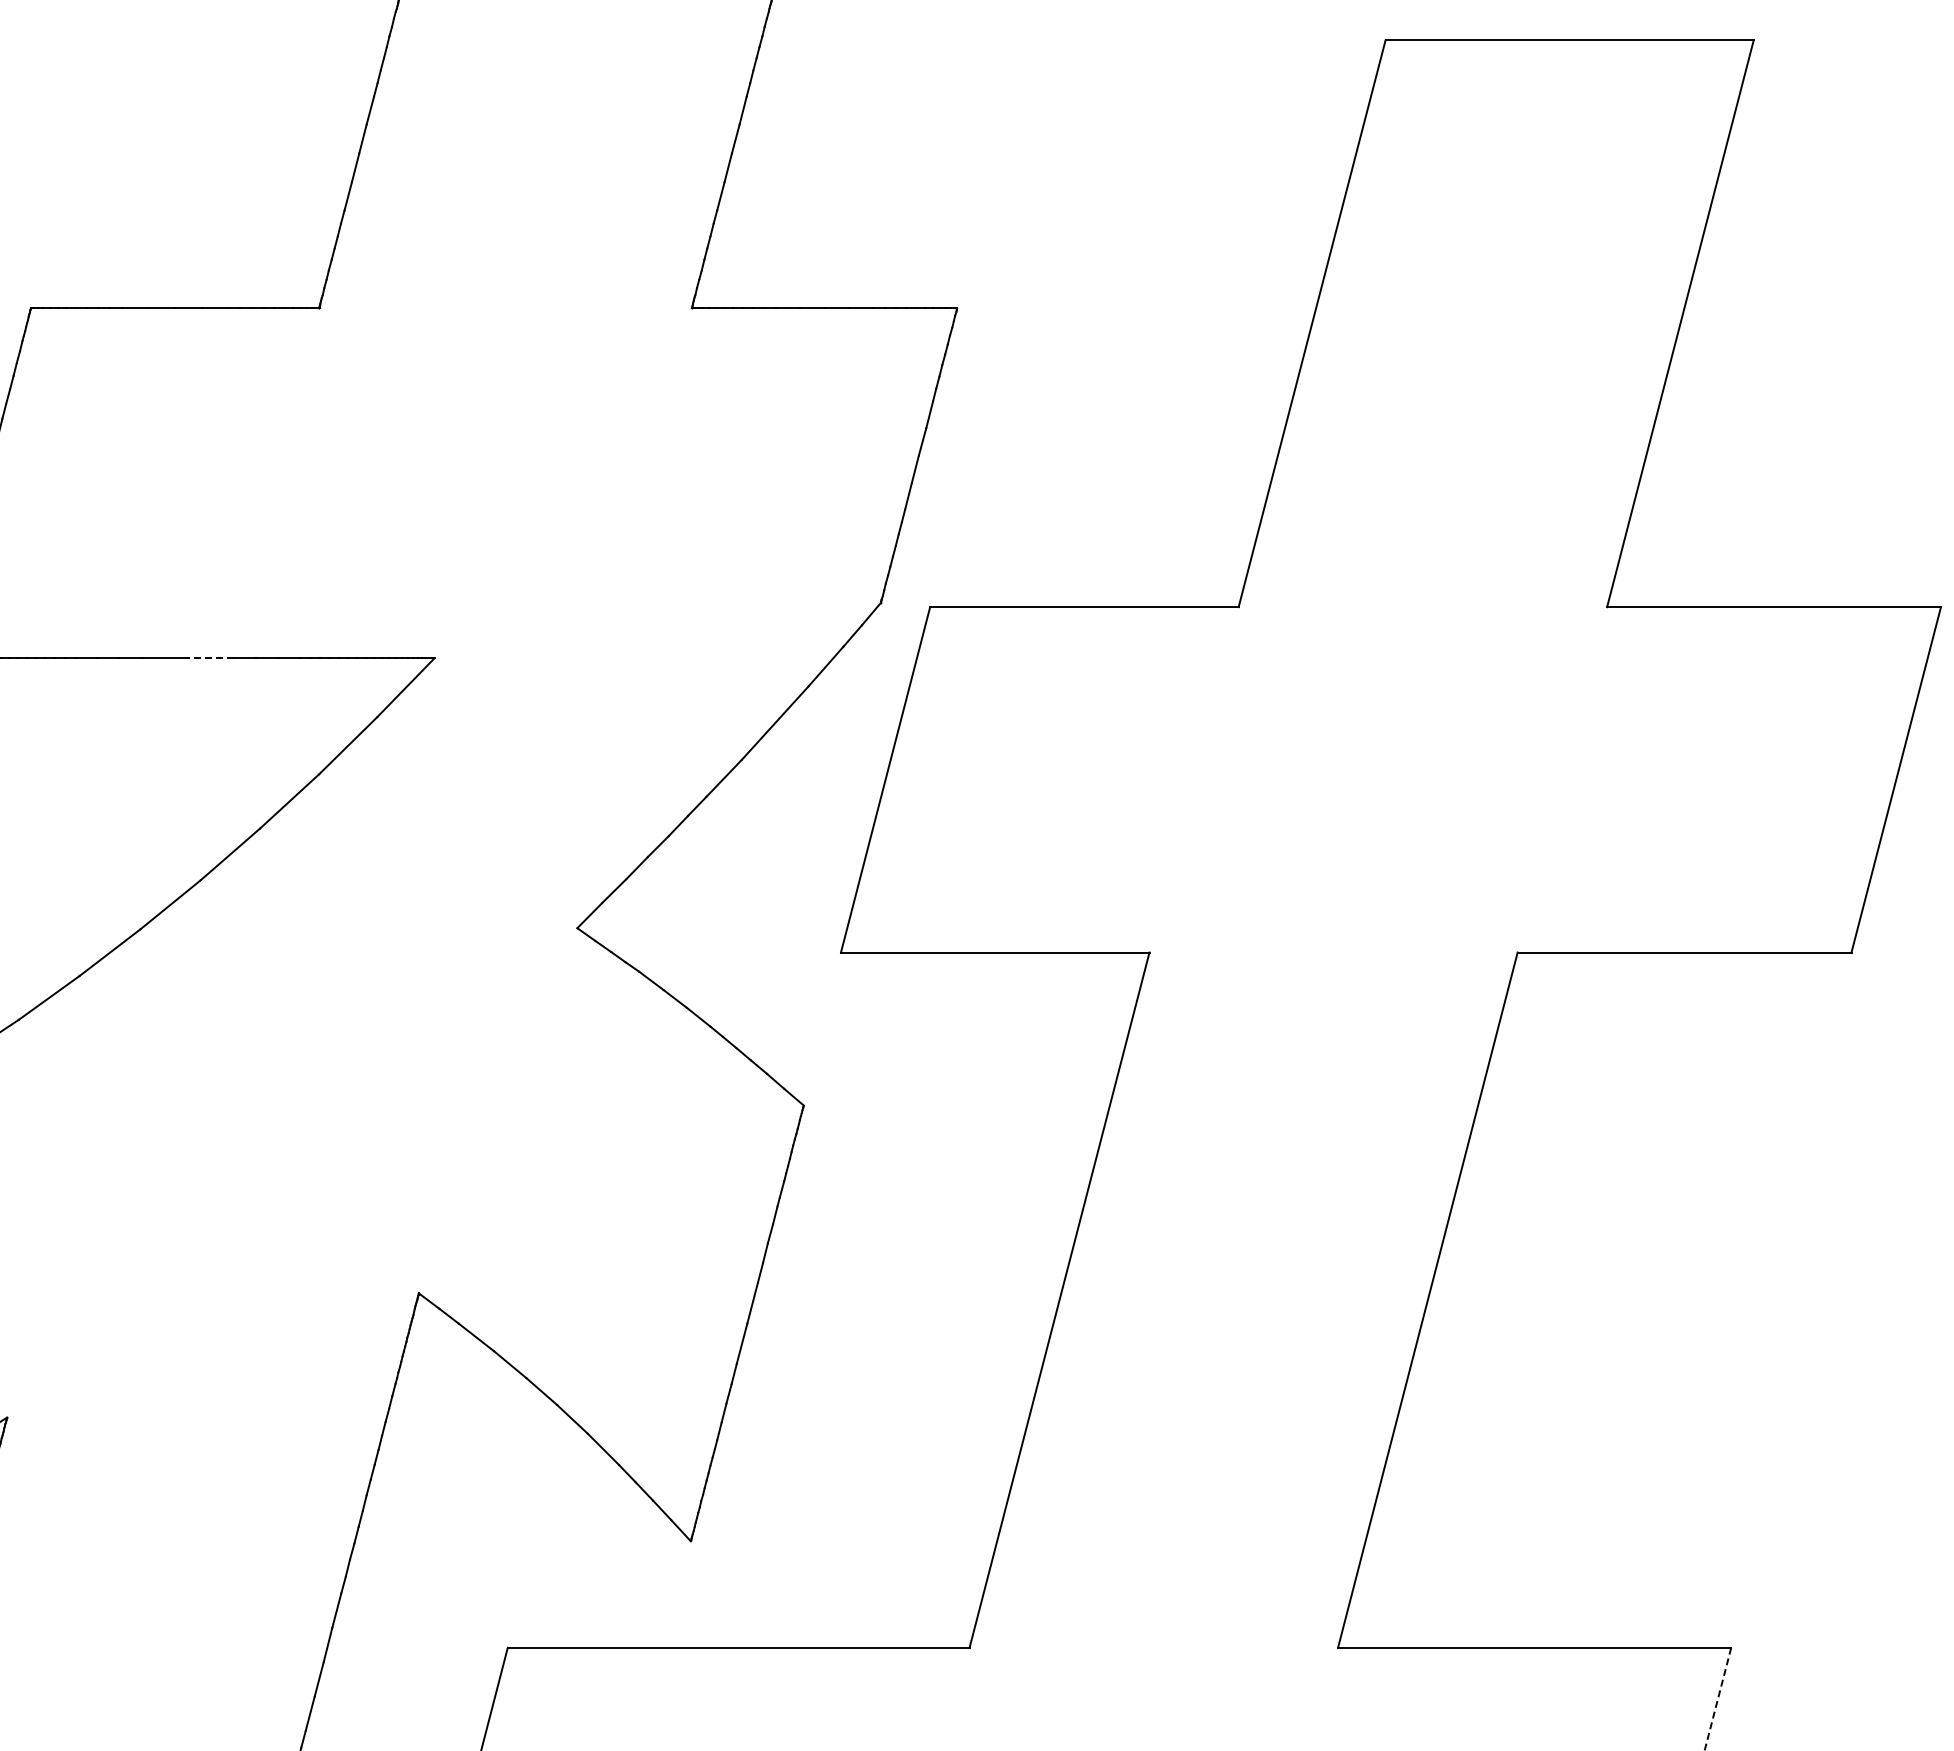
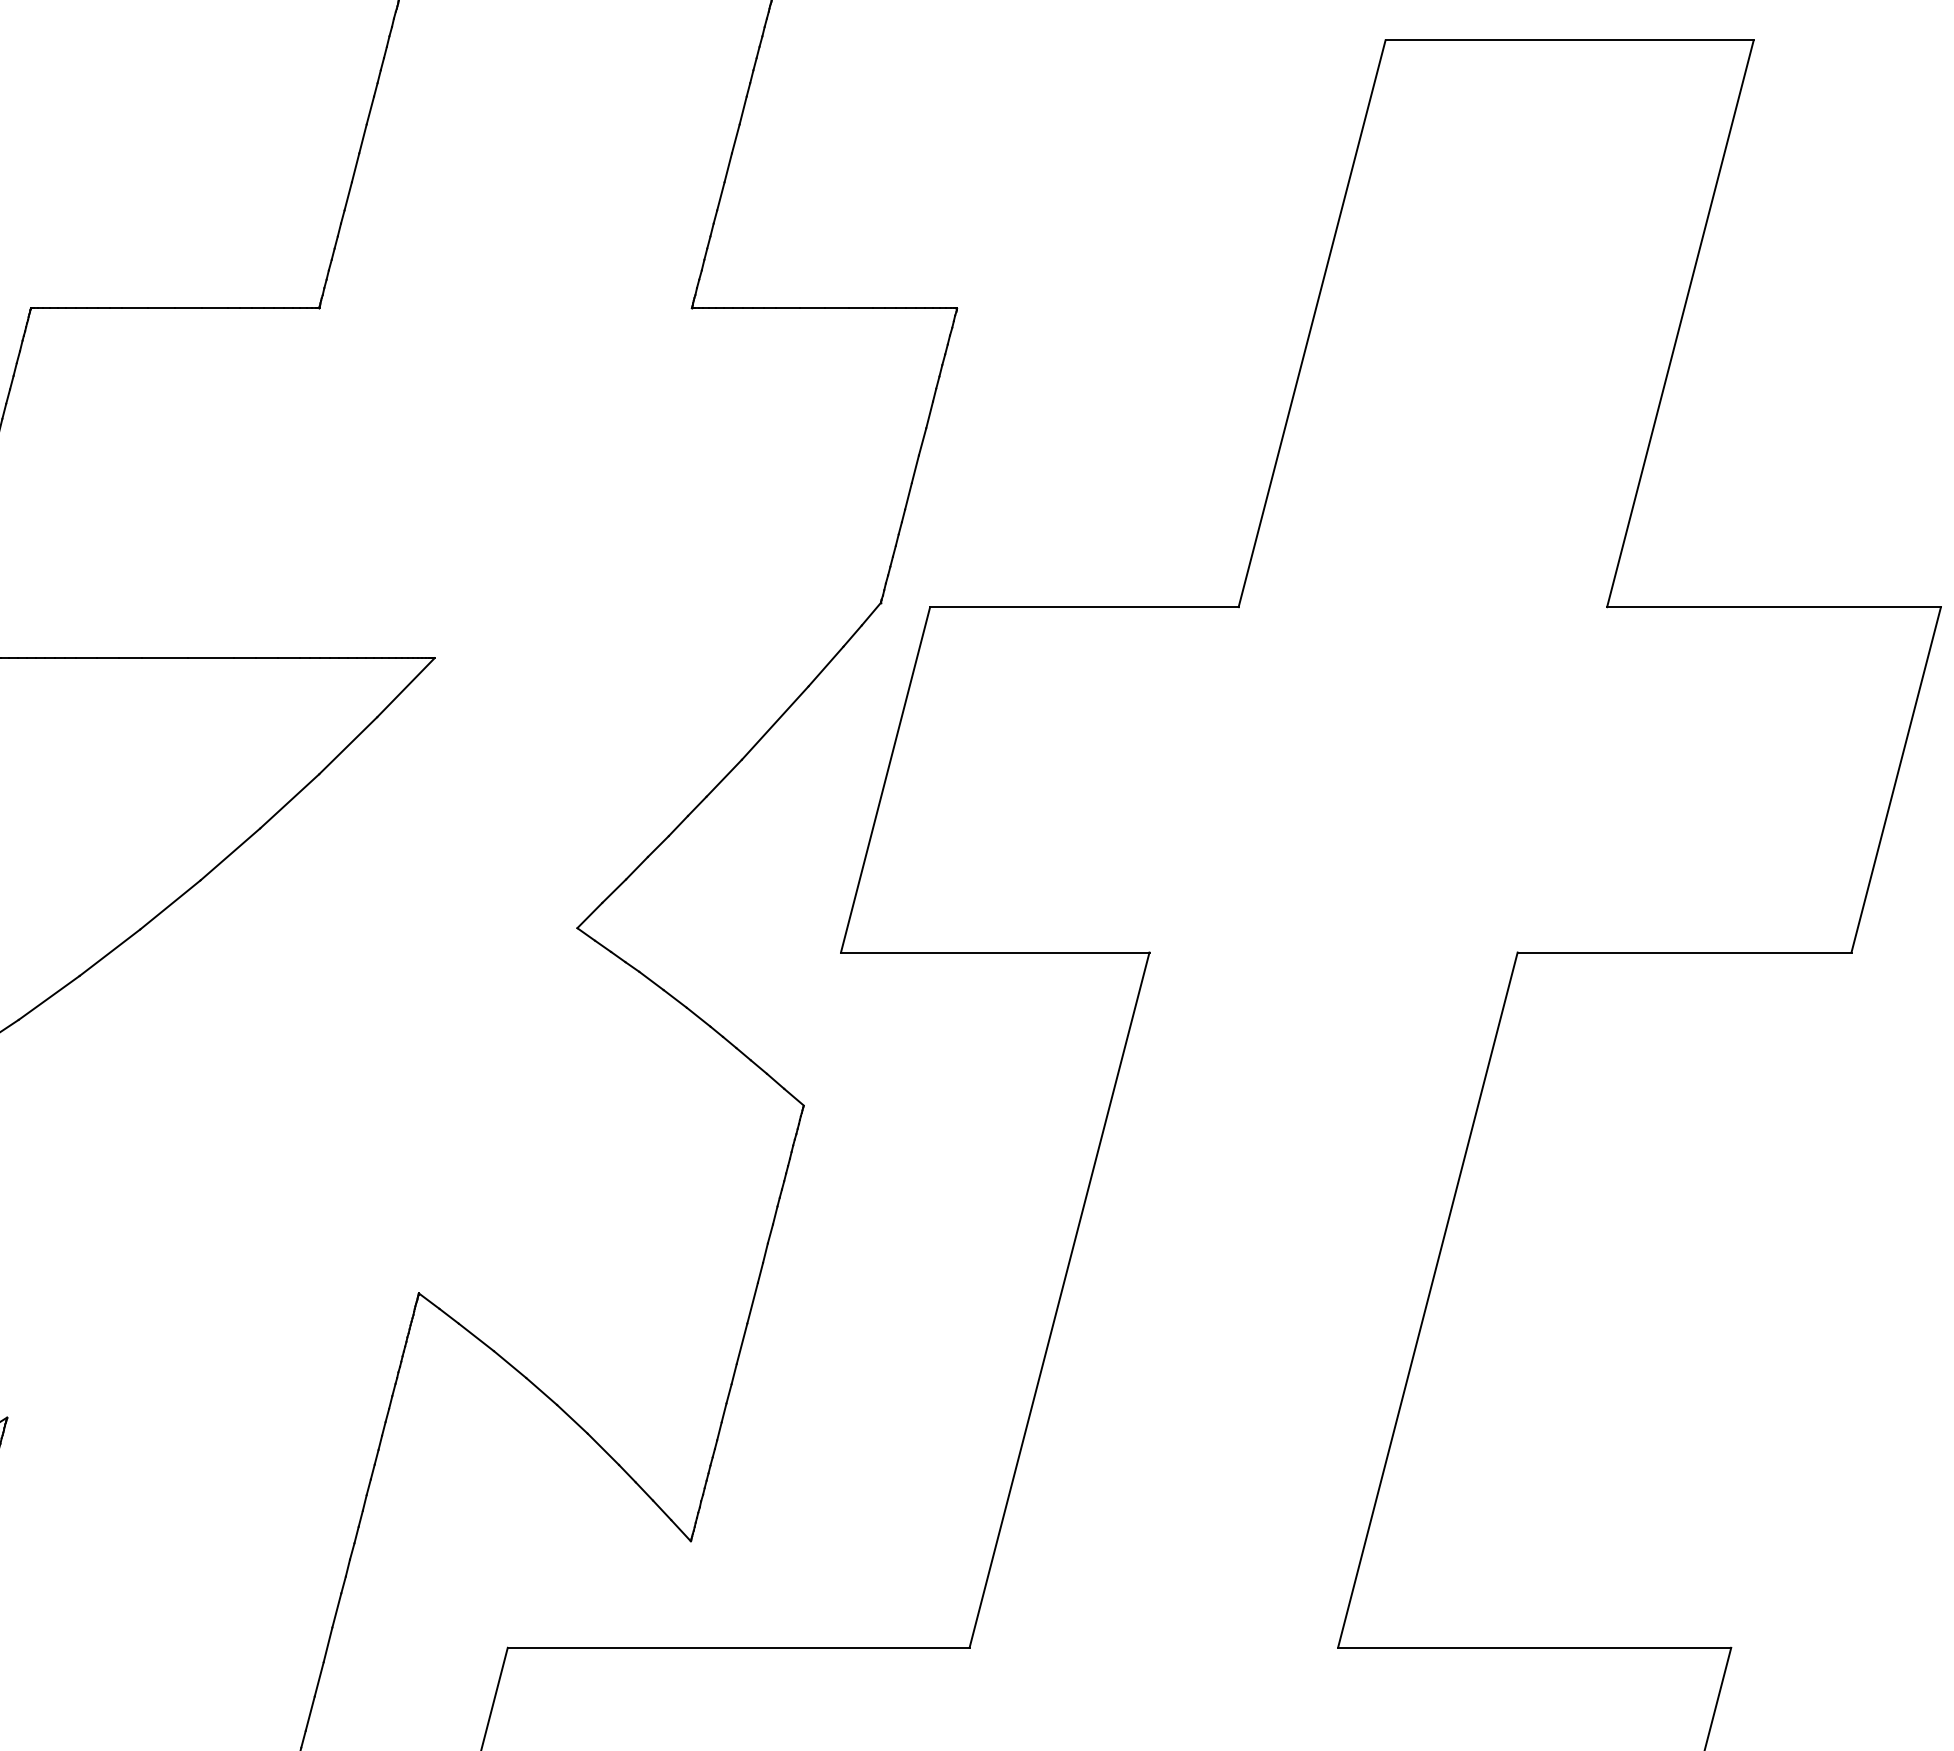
line at (210, 658): dashed -> solid
line at (1717, 1699): dashed -> solid
